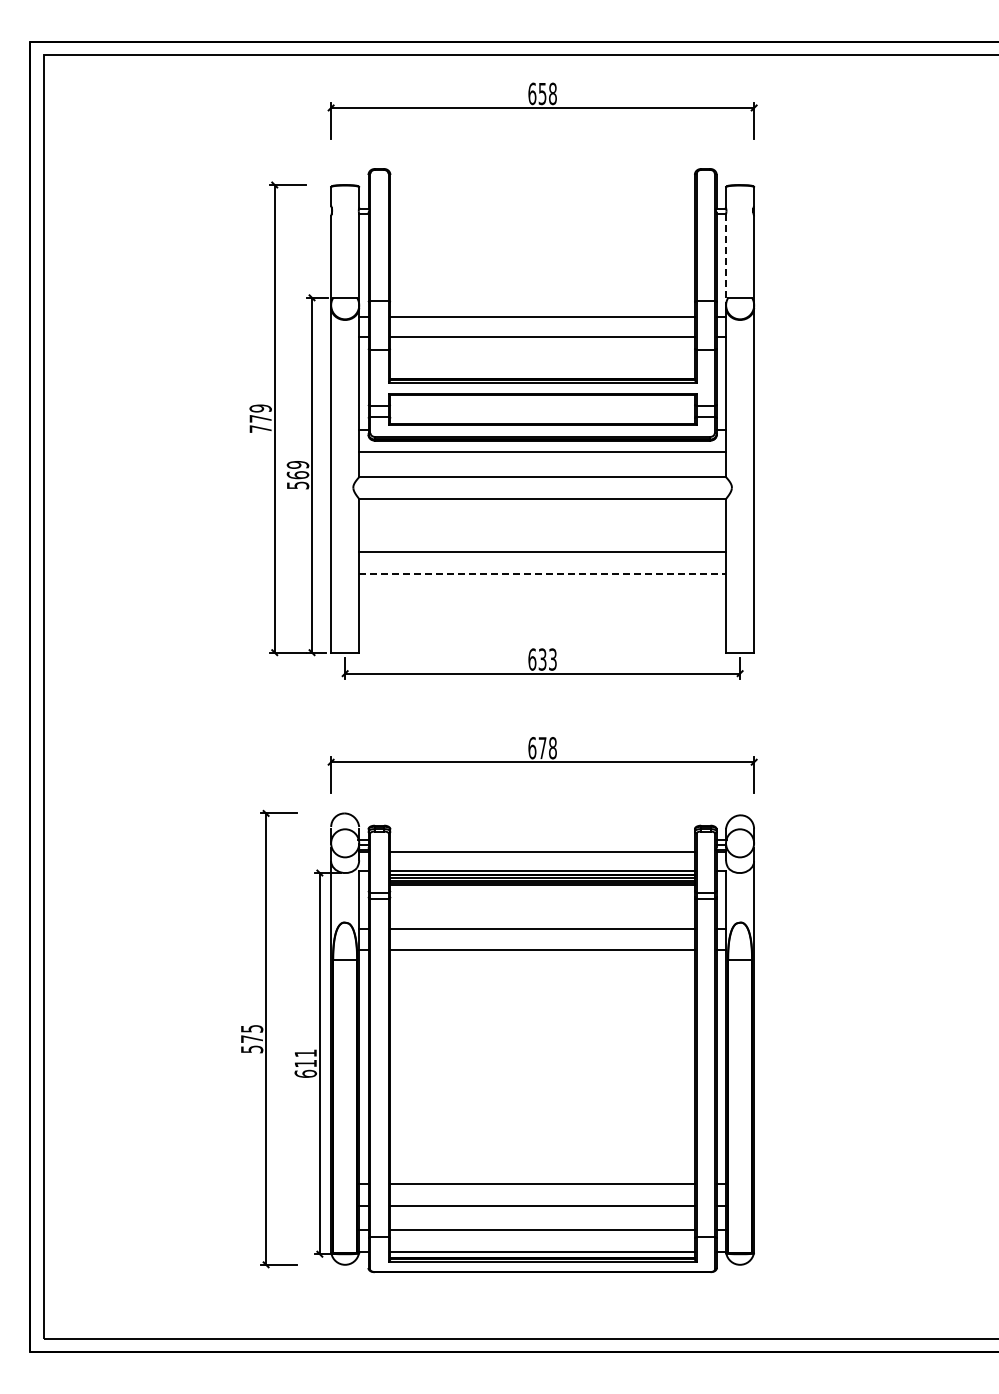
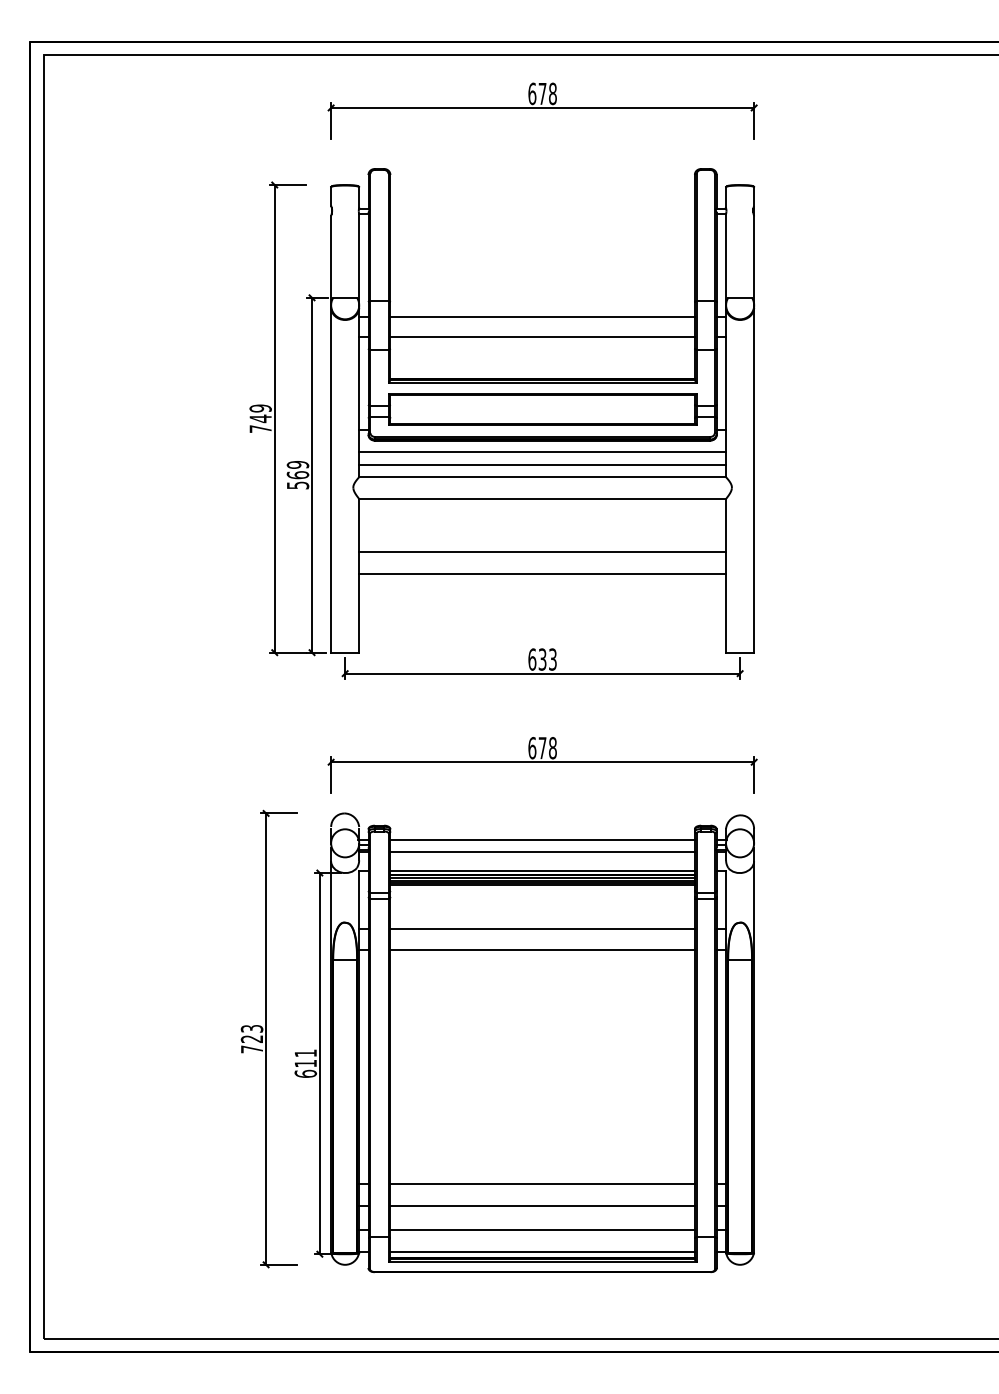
text at (542, 94): 658 -> 678
line at (726, 260): dashed -> solid
text at (260, 418): 779 -> 749
line at (542, 465): none -> present
line at (543, 574): dashed -> solid
line at (542, 840): none -> present
text at (251, 1039): 575 -> 723
